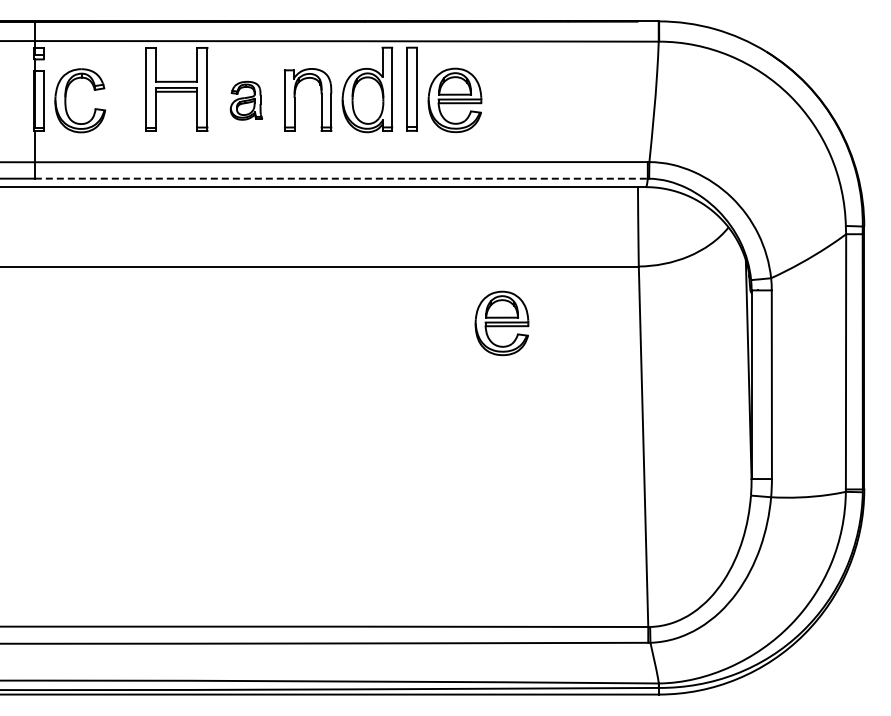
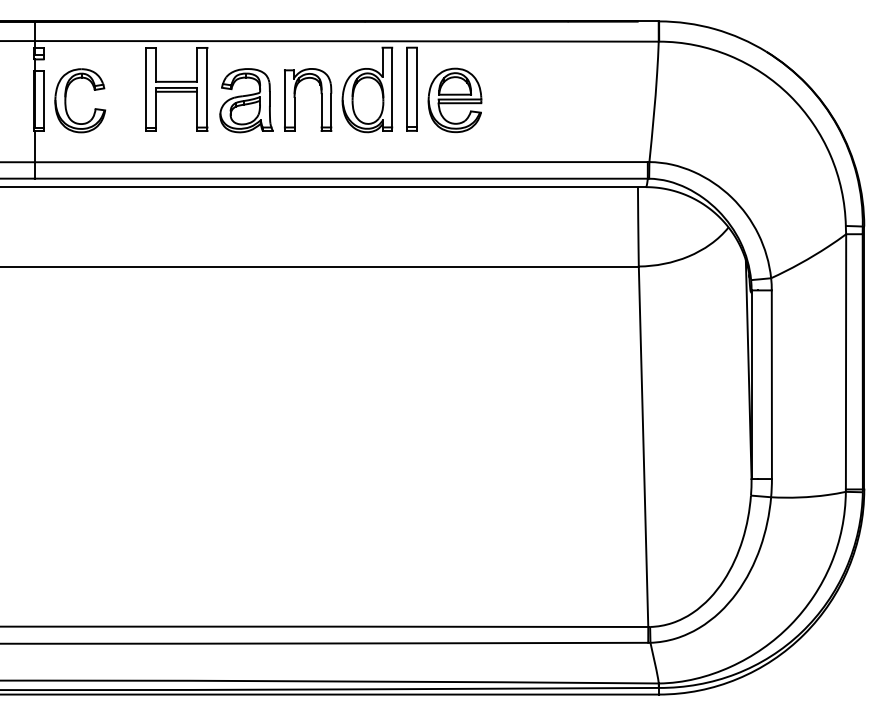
part at (245, 100) size: 34x41 px -> 55x66 px
line at (341, 178): dashed -> solid
part at (501, 323): present -> none
